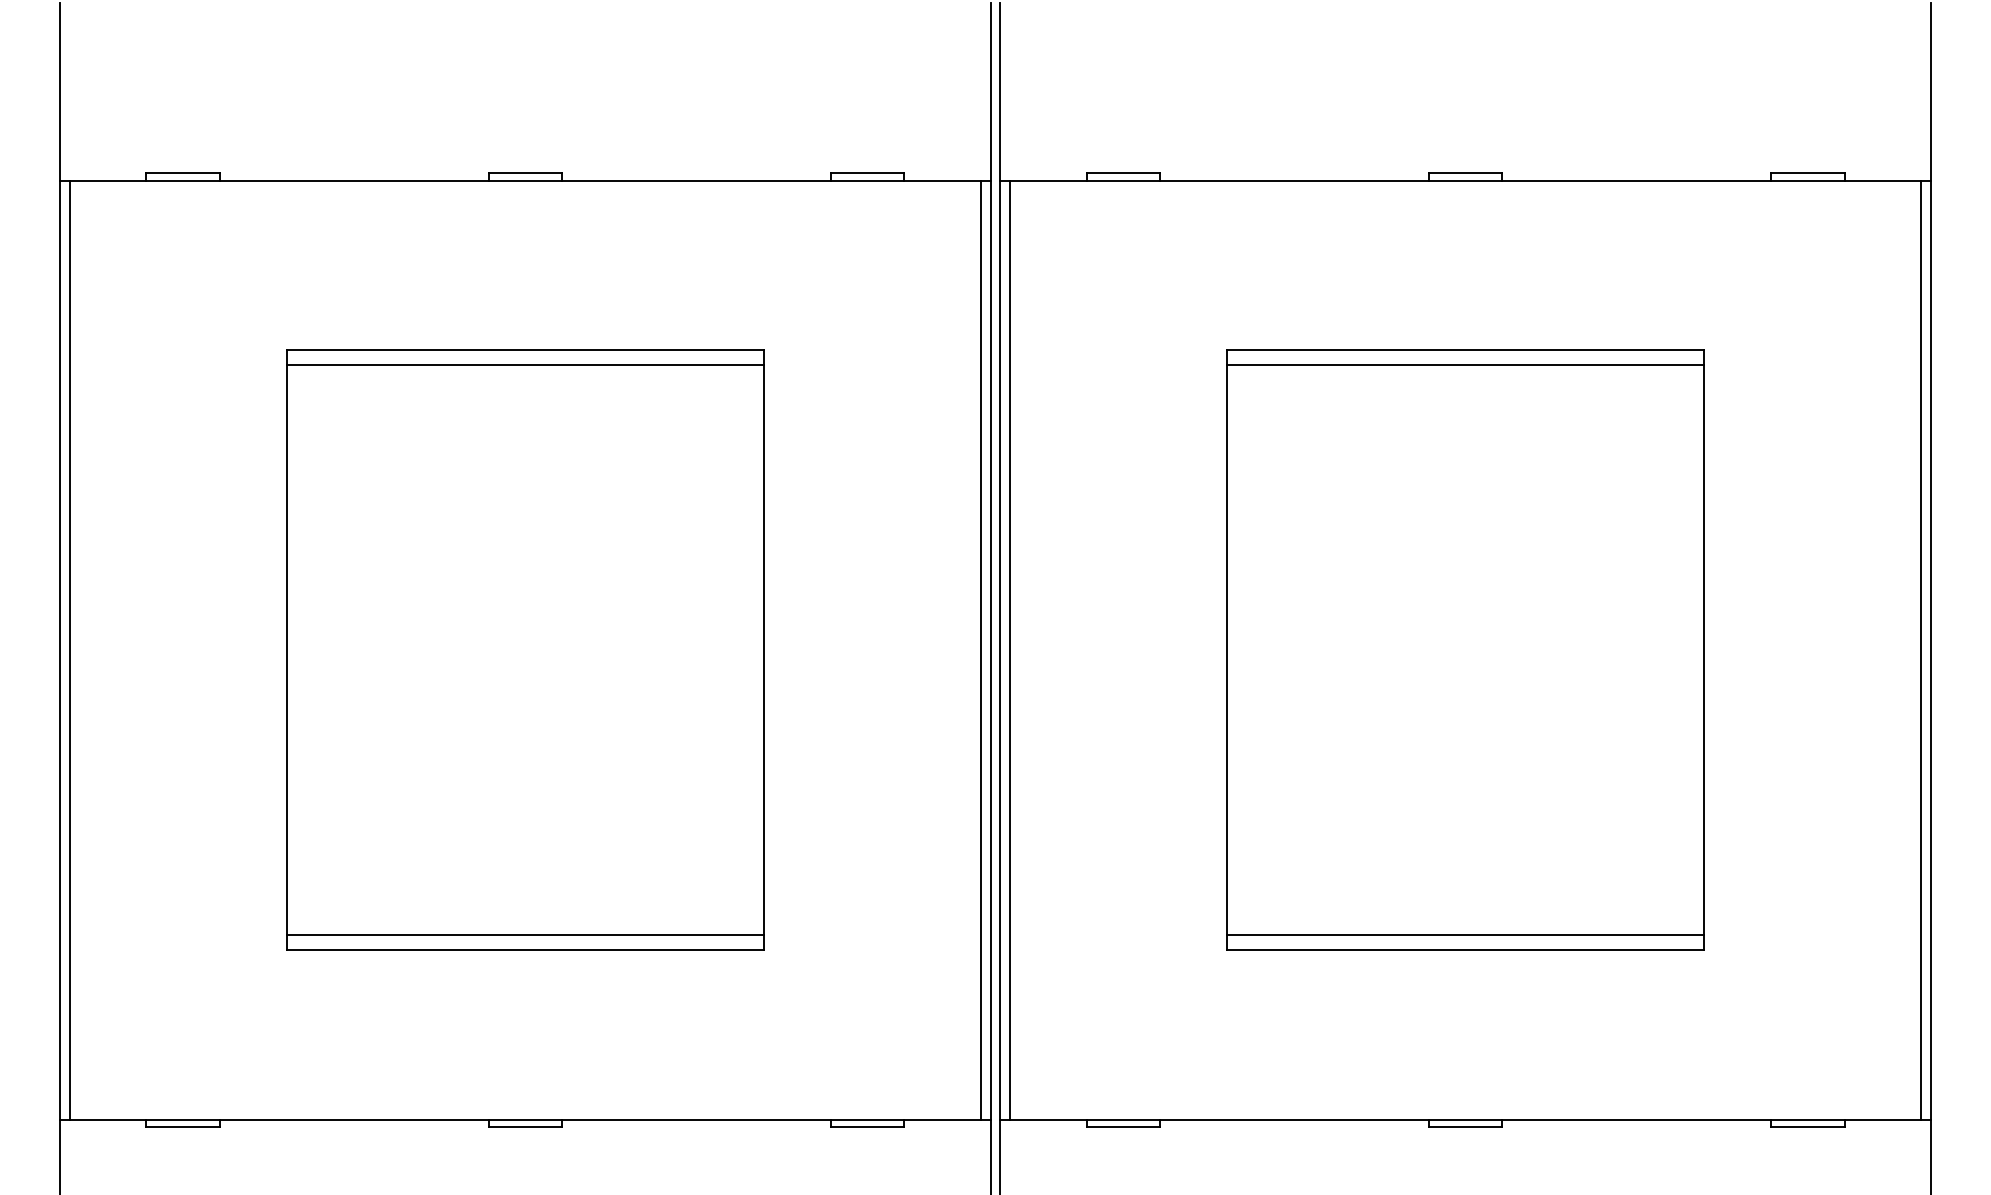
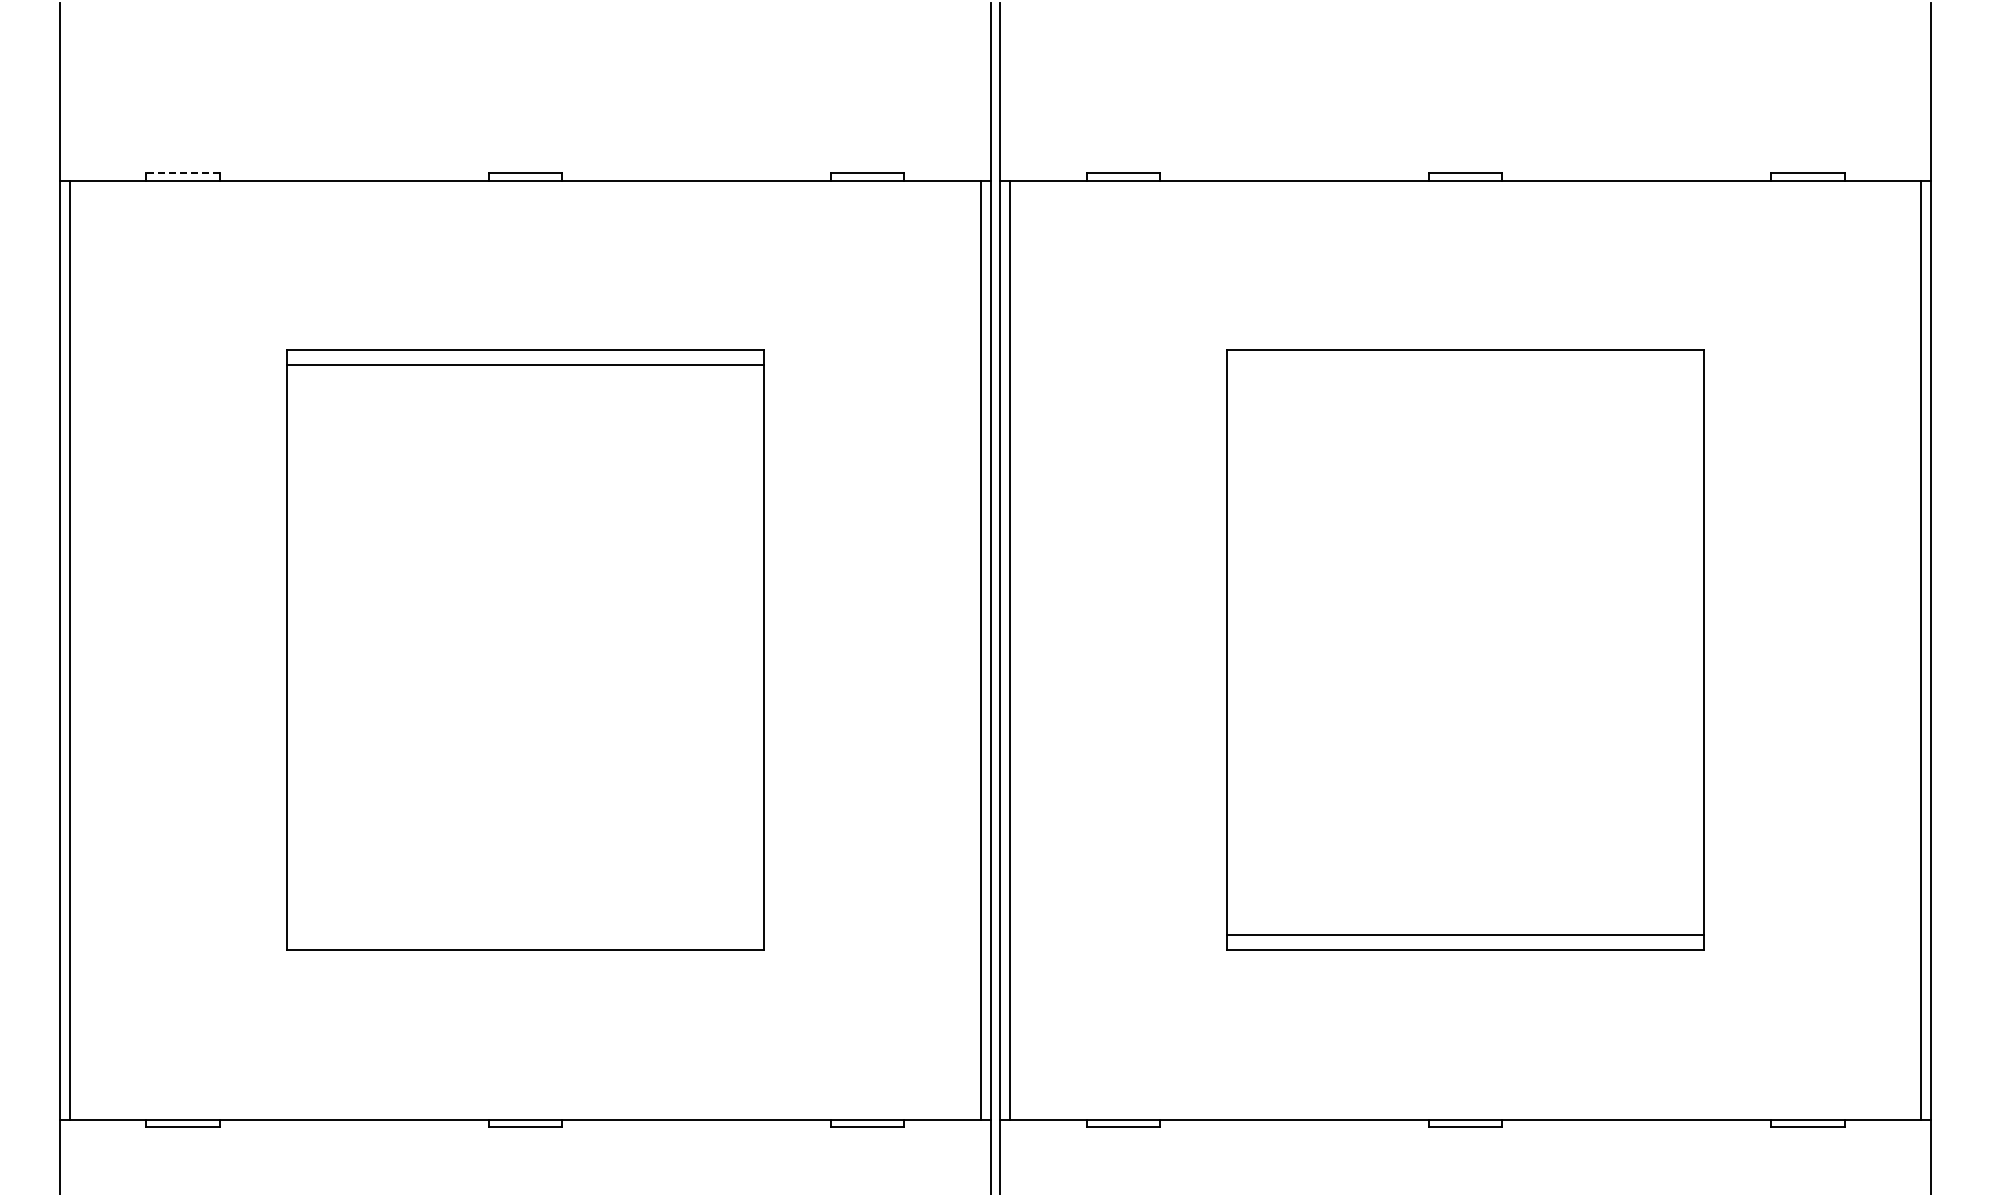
line at (183, 173): solid -> dashed
line at (1465, 365): present -> none
line at (525, 935): present -> none
